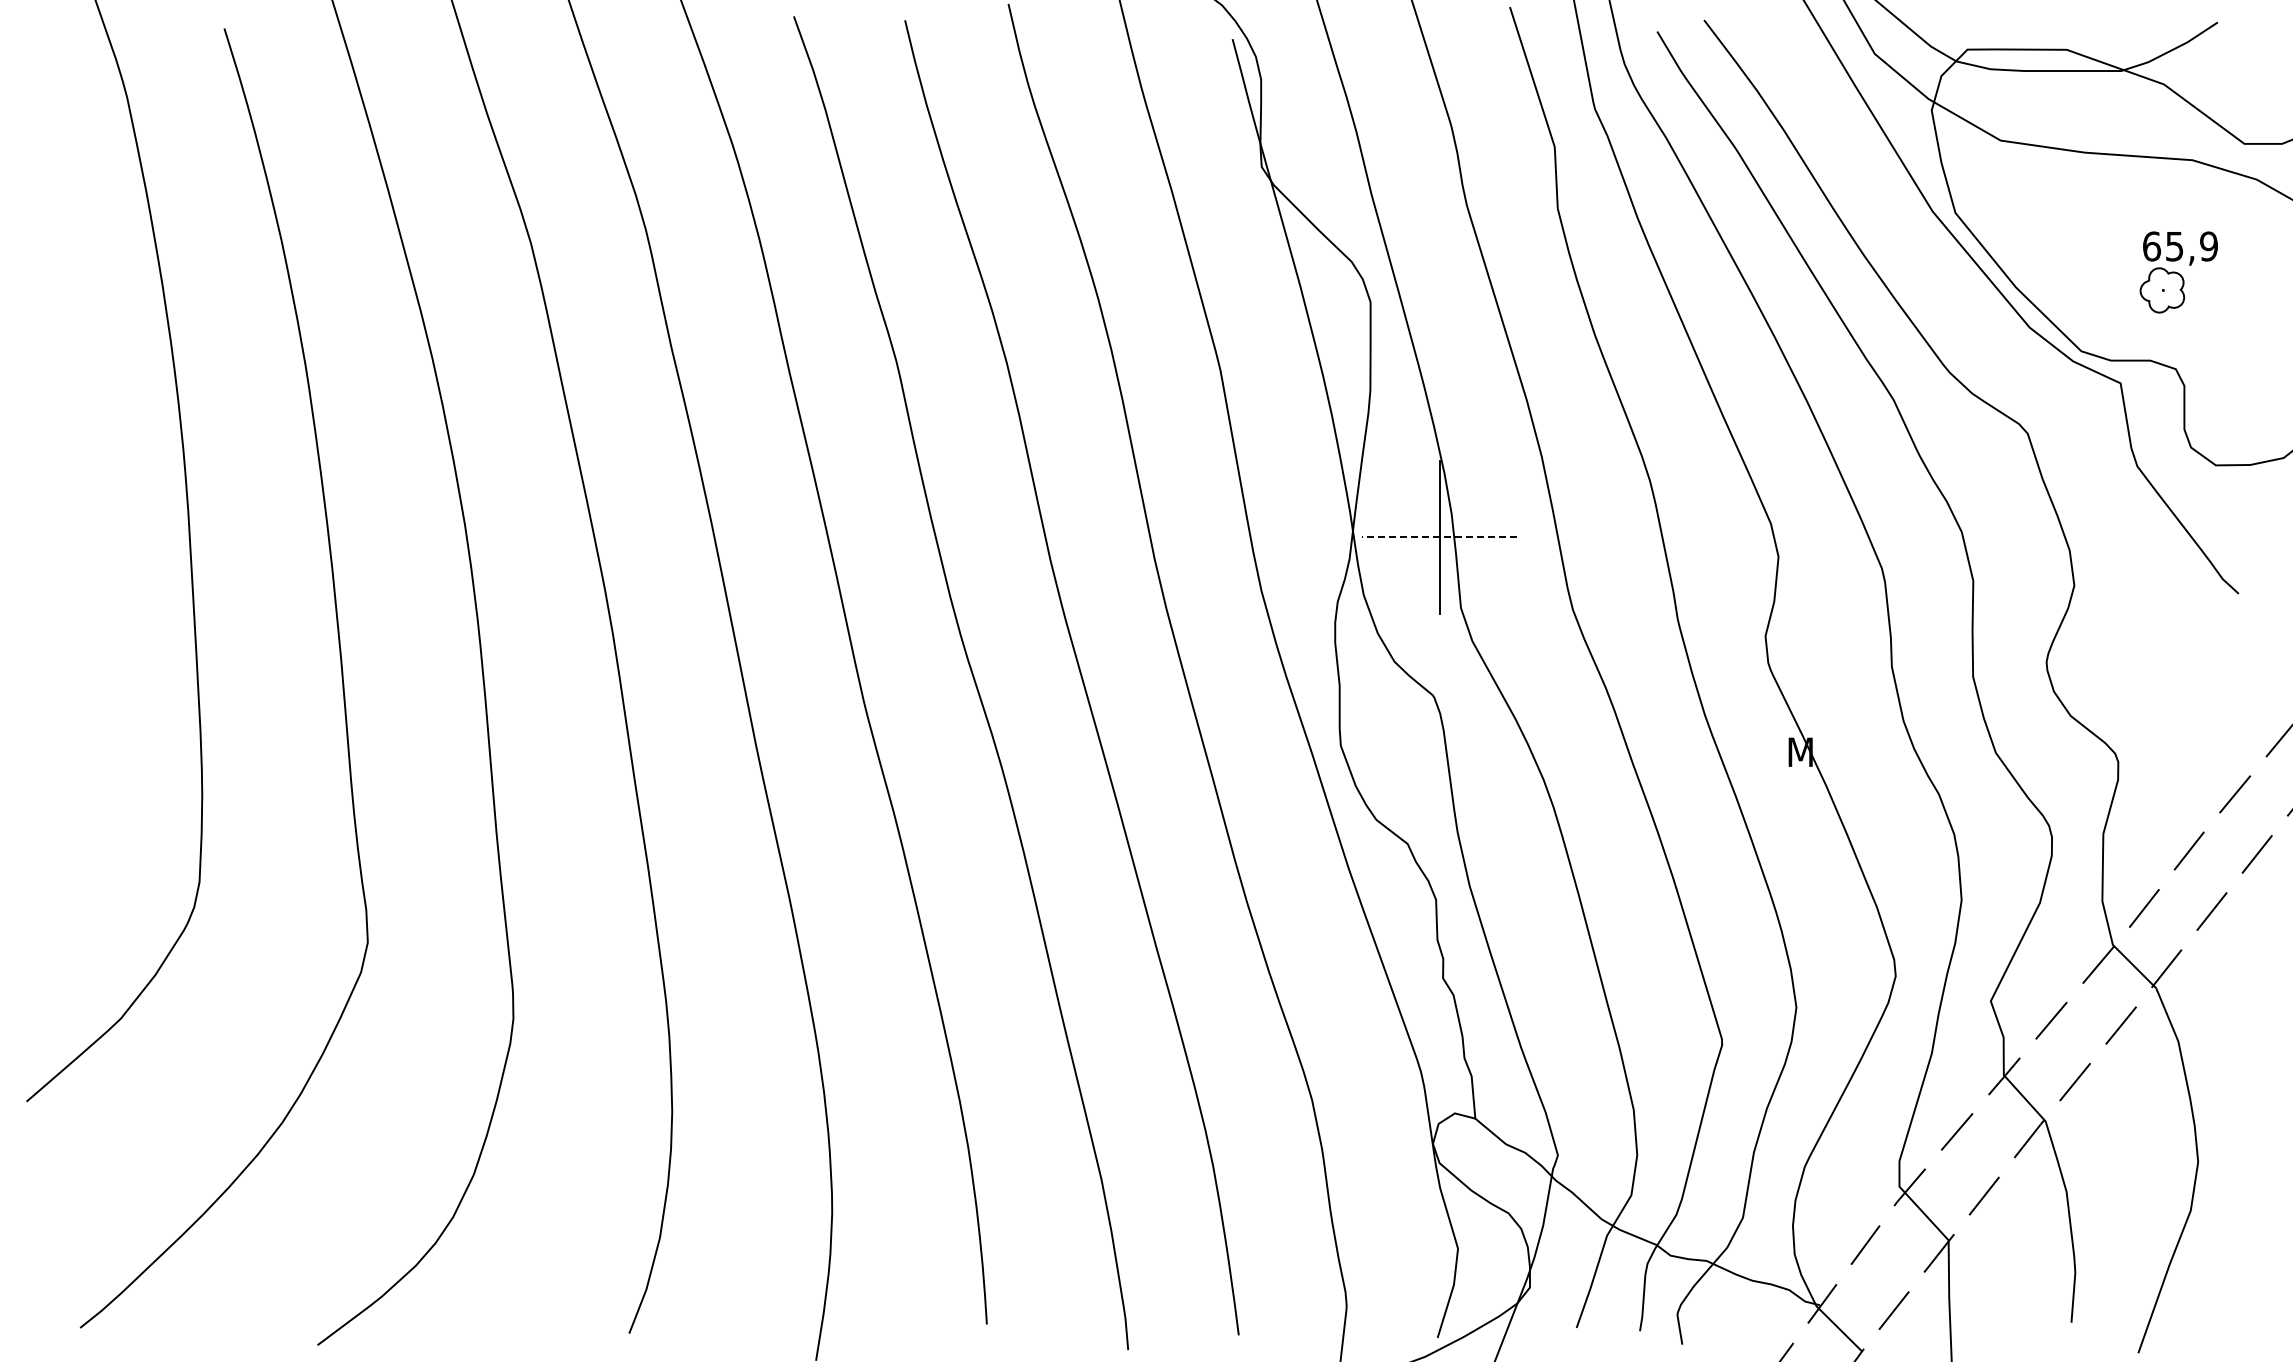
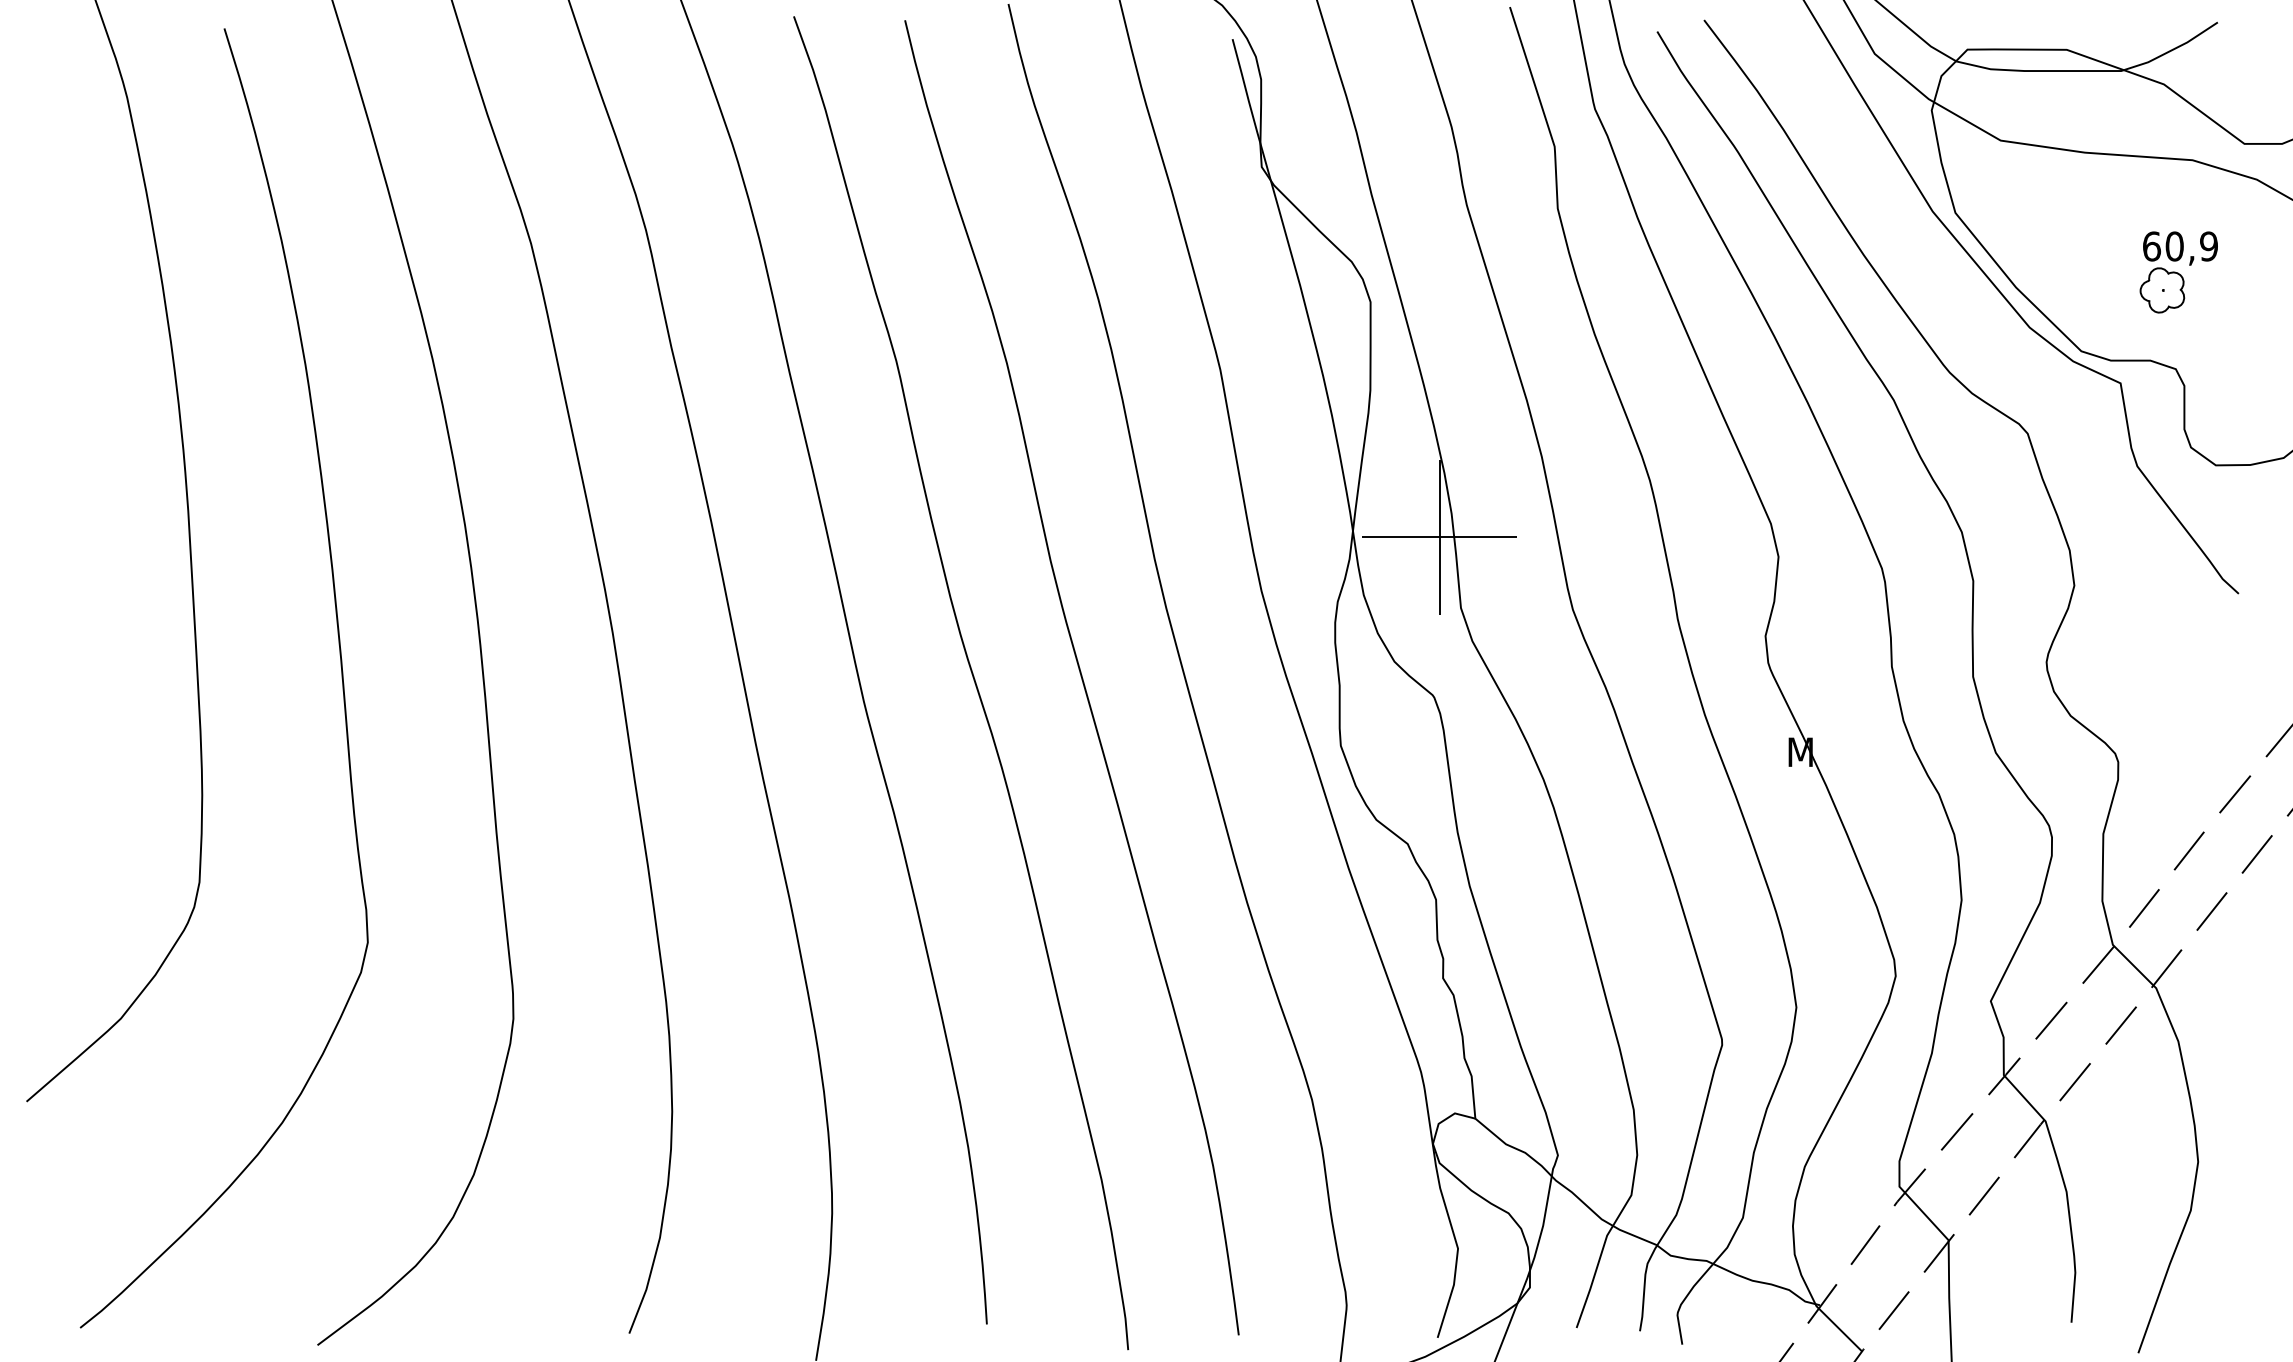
text at (2174, 246): 65,9 -> 60,9
line at (1439, 537): dashed -> solid
